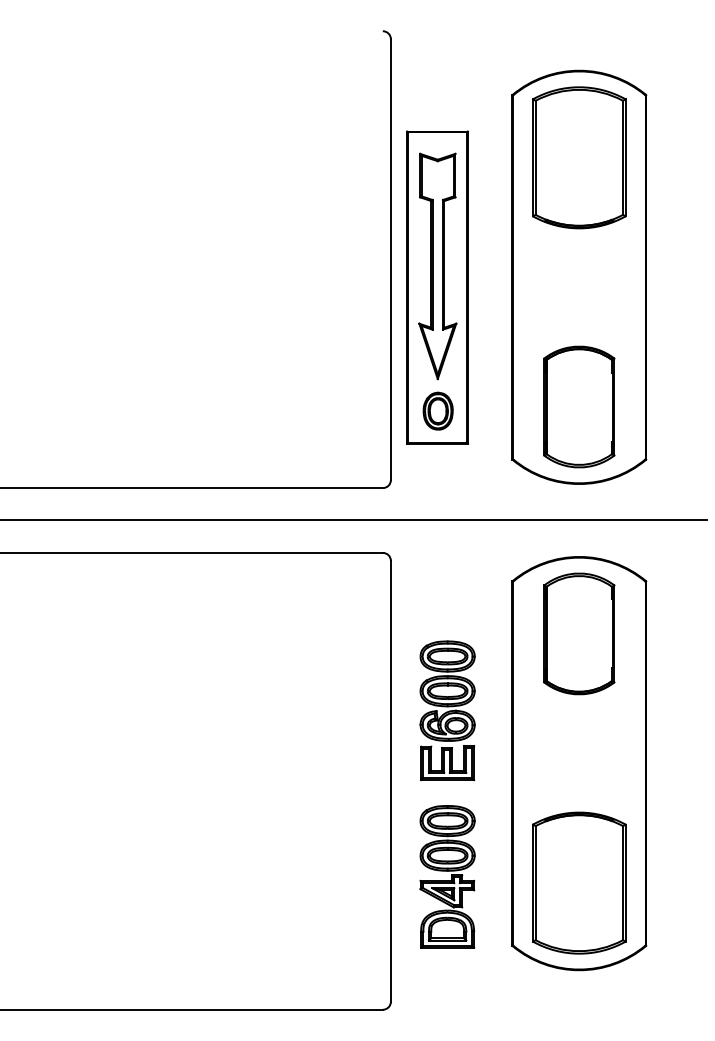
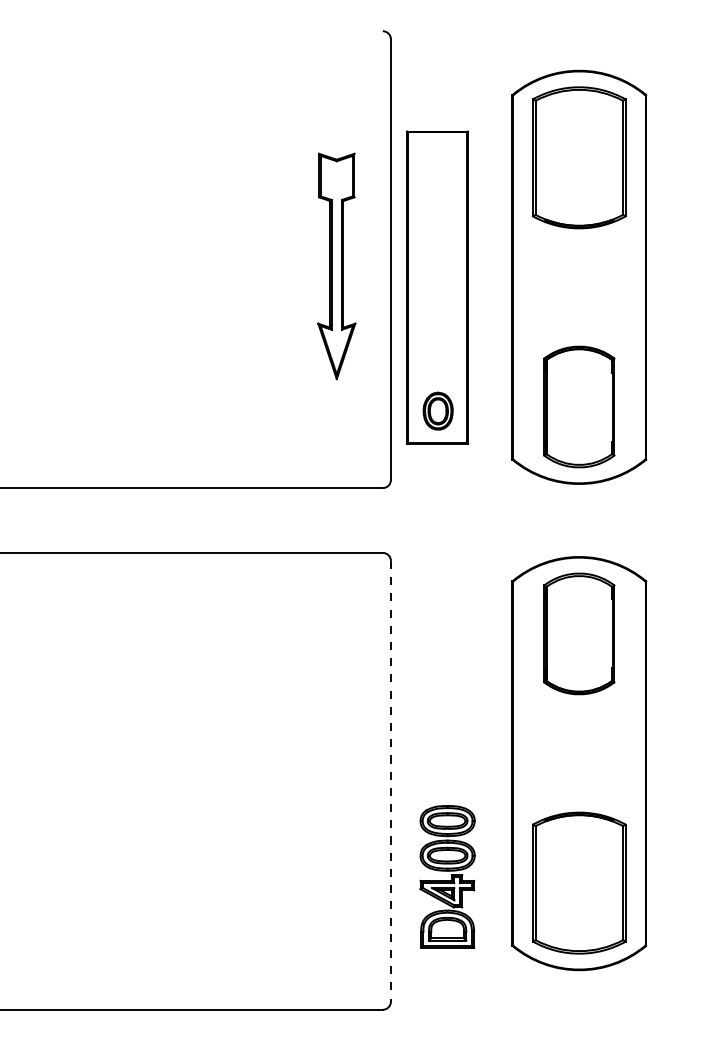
part at (437, 266) position: (437, 266) -> (336, 266)
line at (354, 520): present -> none
part at (447, 710): present -> none
line at (390, 781): solid -> dashed
